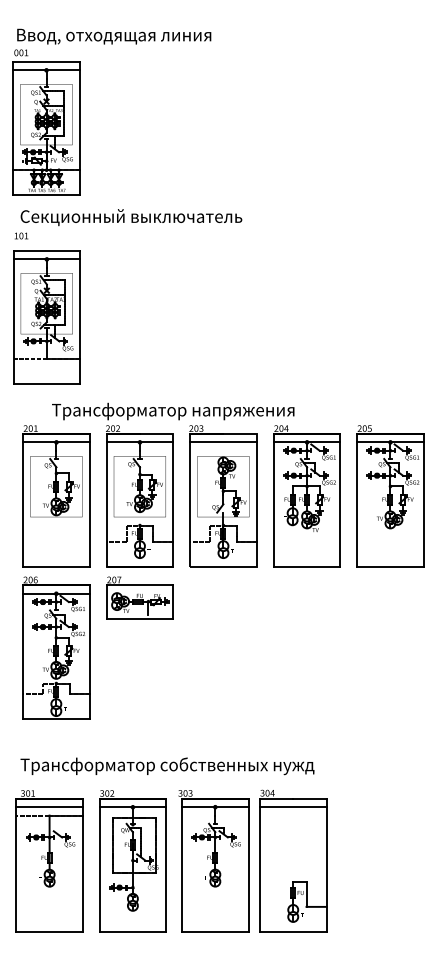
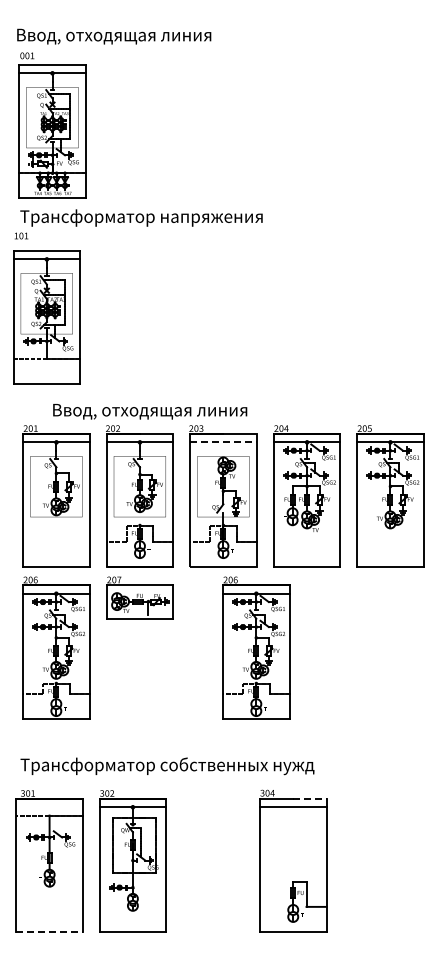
part at (46, 122) position: (46, 122) -> (52, 125)
text at (141, 217): Секционный выключатель -> Трансформатор напряжения
text at (173, 411): Трансформатор напряжения -> Ввод, отходящая линия
line at (223, 442): solid -> dashed
part at (256, 647): none -> present
line at (309, 798): solid -> dashed
line at (49, 807): present -> none
part at (213, 861): present -> none
line at (50, 932): solid -> dashed
